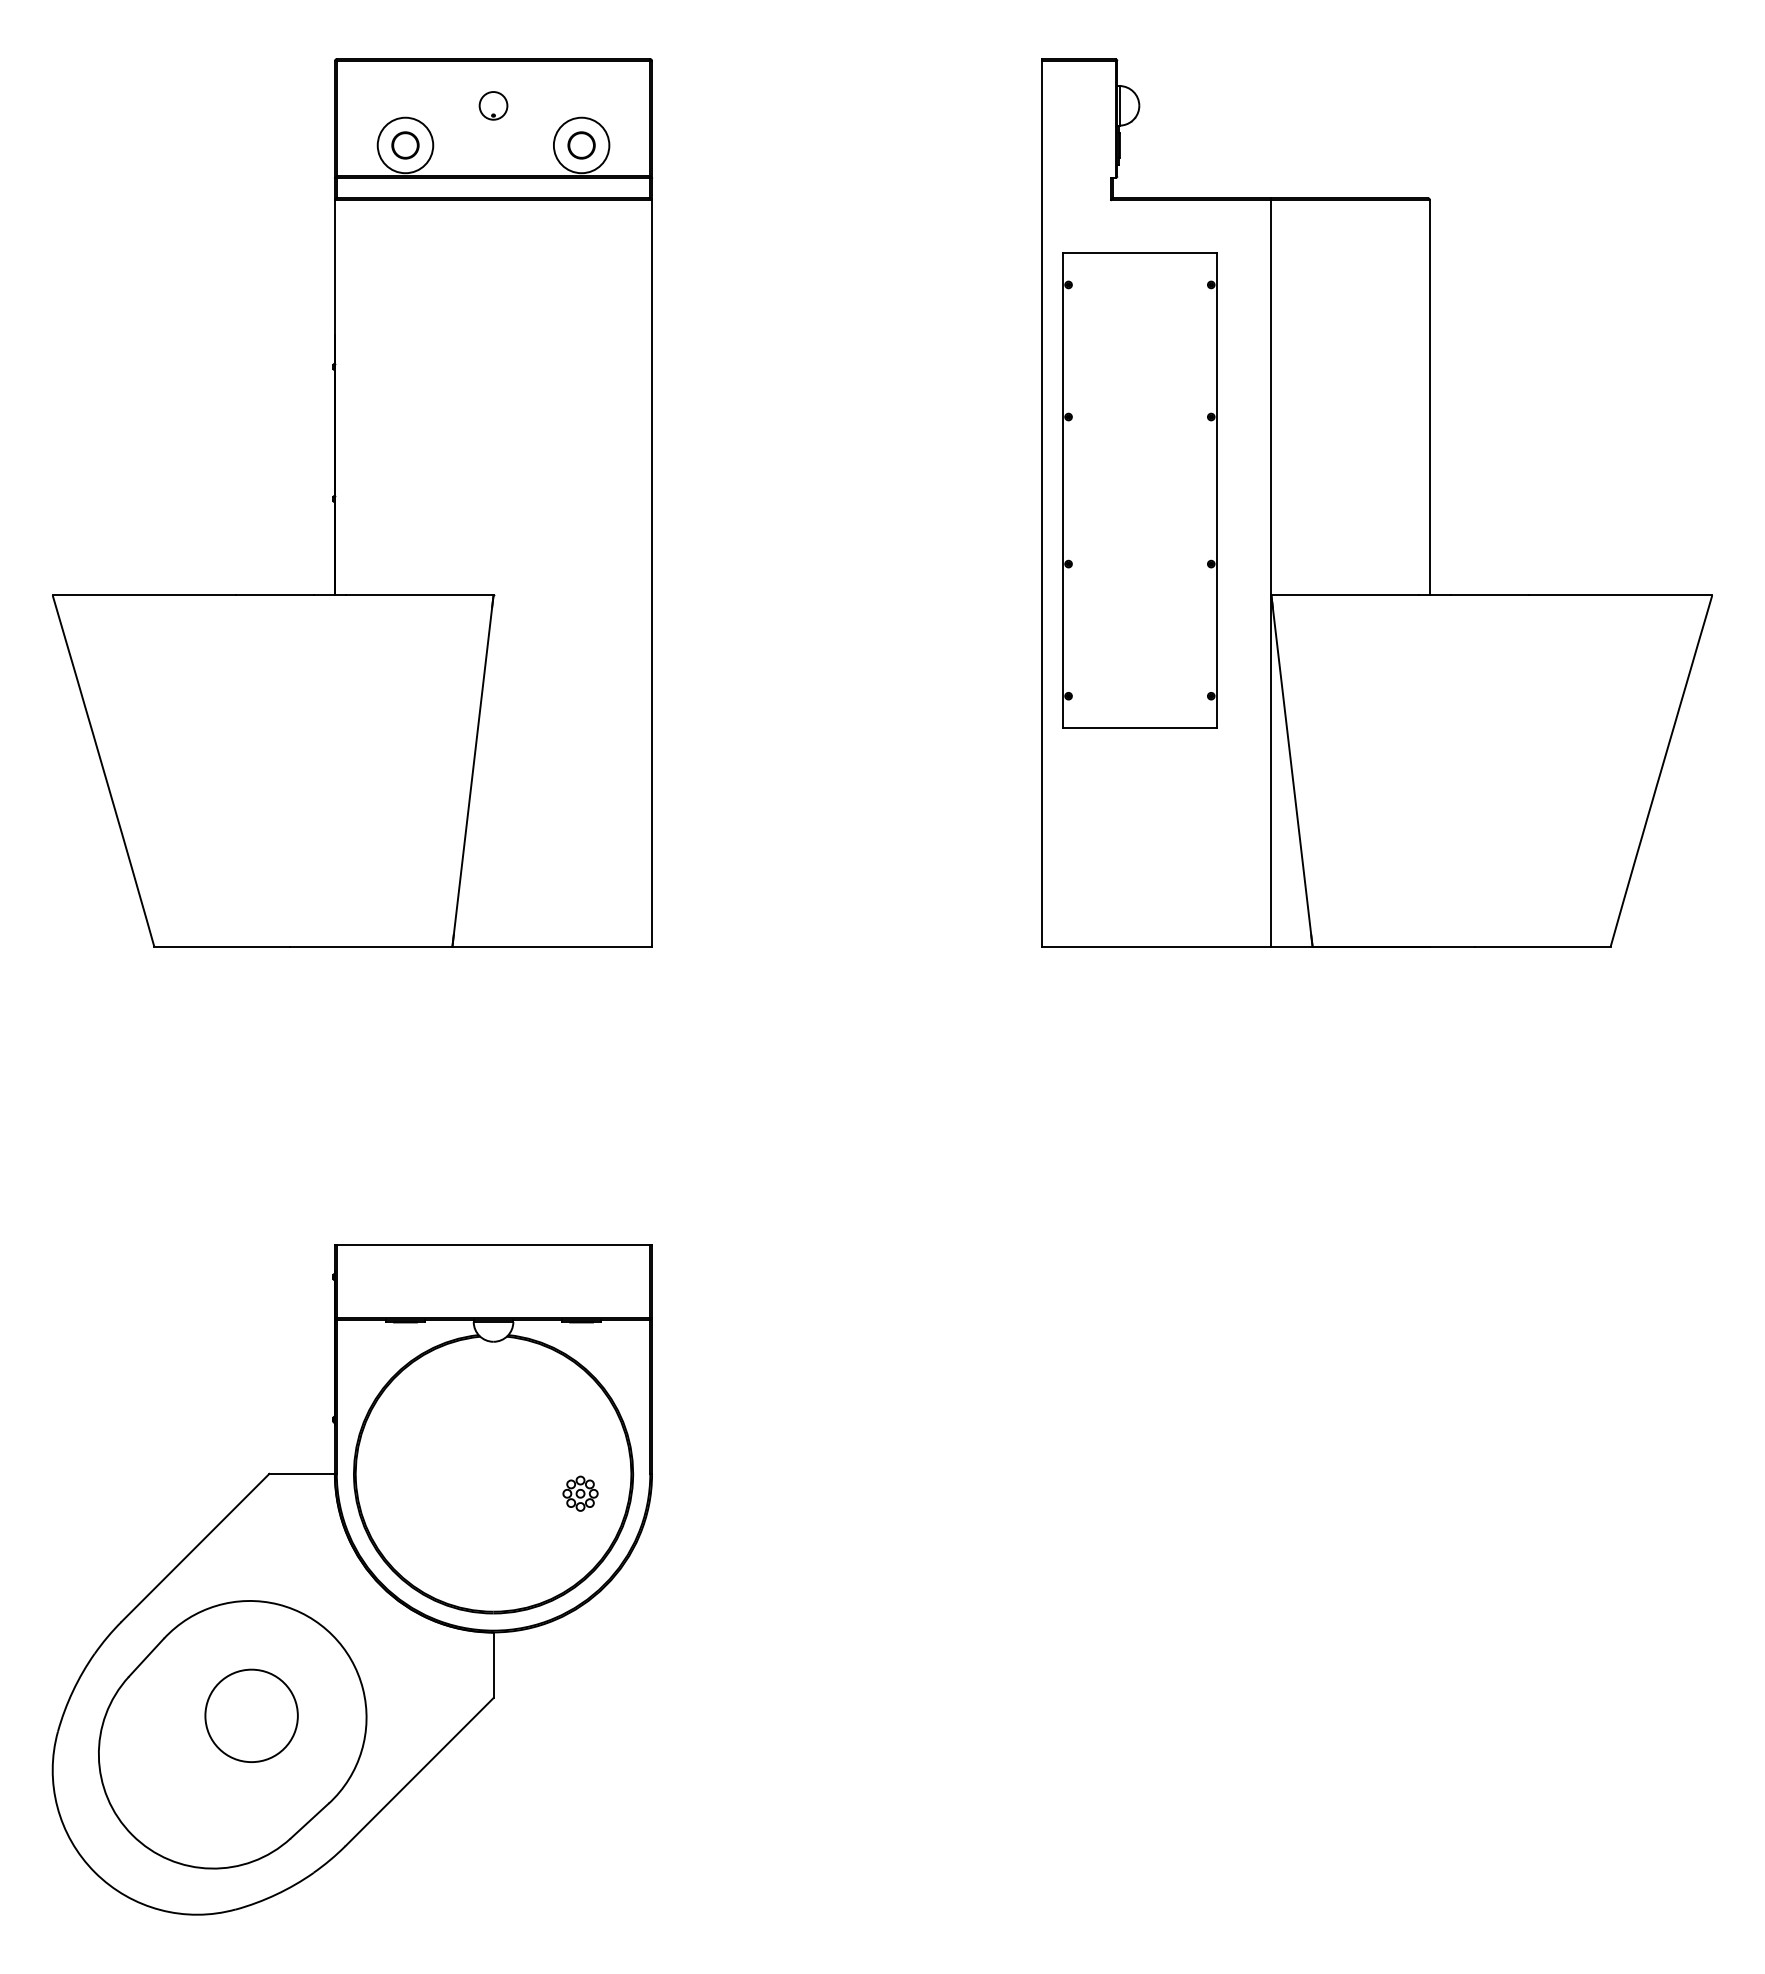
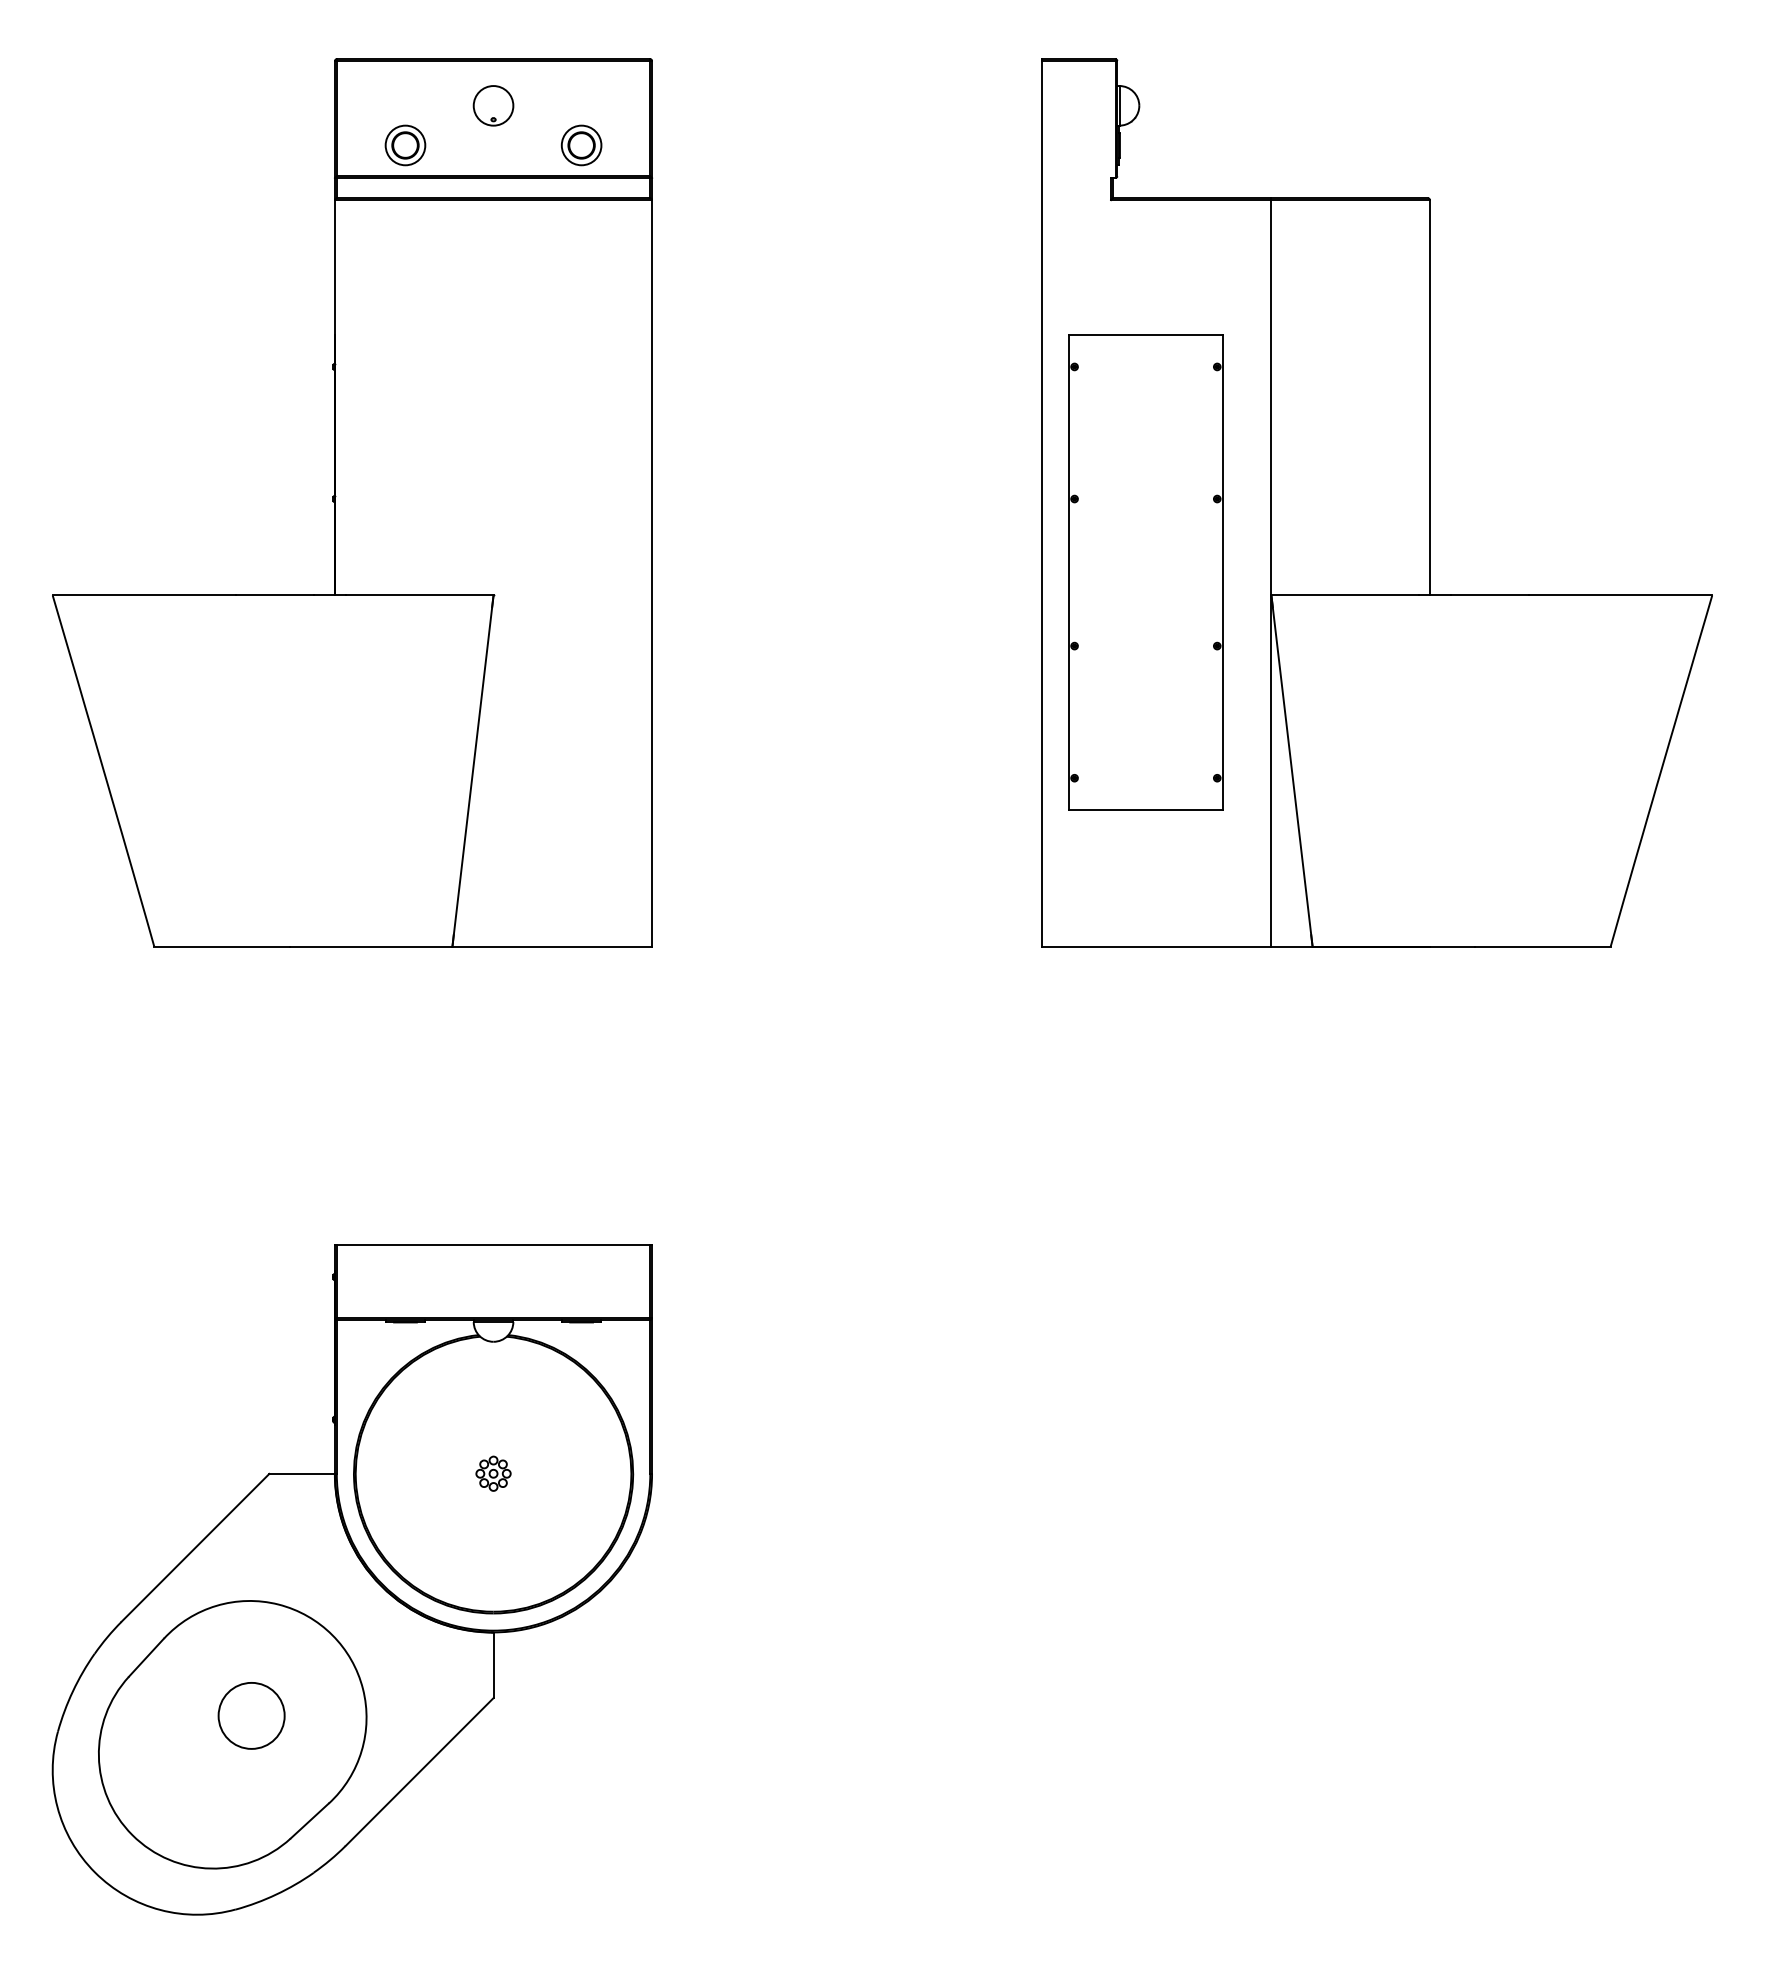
part at (493, 105) size: 31x30 px -> 43x42 px
circle at (405, 145) diameter: 55 px -> 40 px
circle at (581, 145) diameter: 55 px -> 40 px
part at (1139, 490) position: (1139, 490) -> (1145, 572)
part at (580, 1493) position: (580, 1493) -> (493, 1473)
circle at (251, 1715) diameter: 92 px -> 66 px
